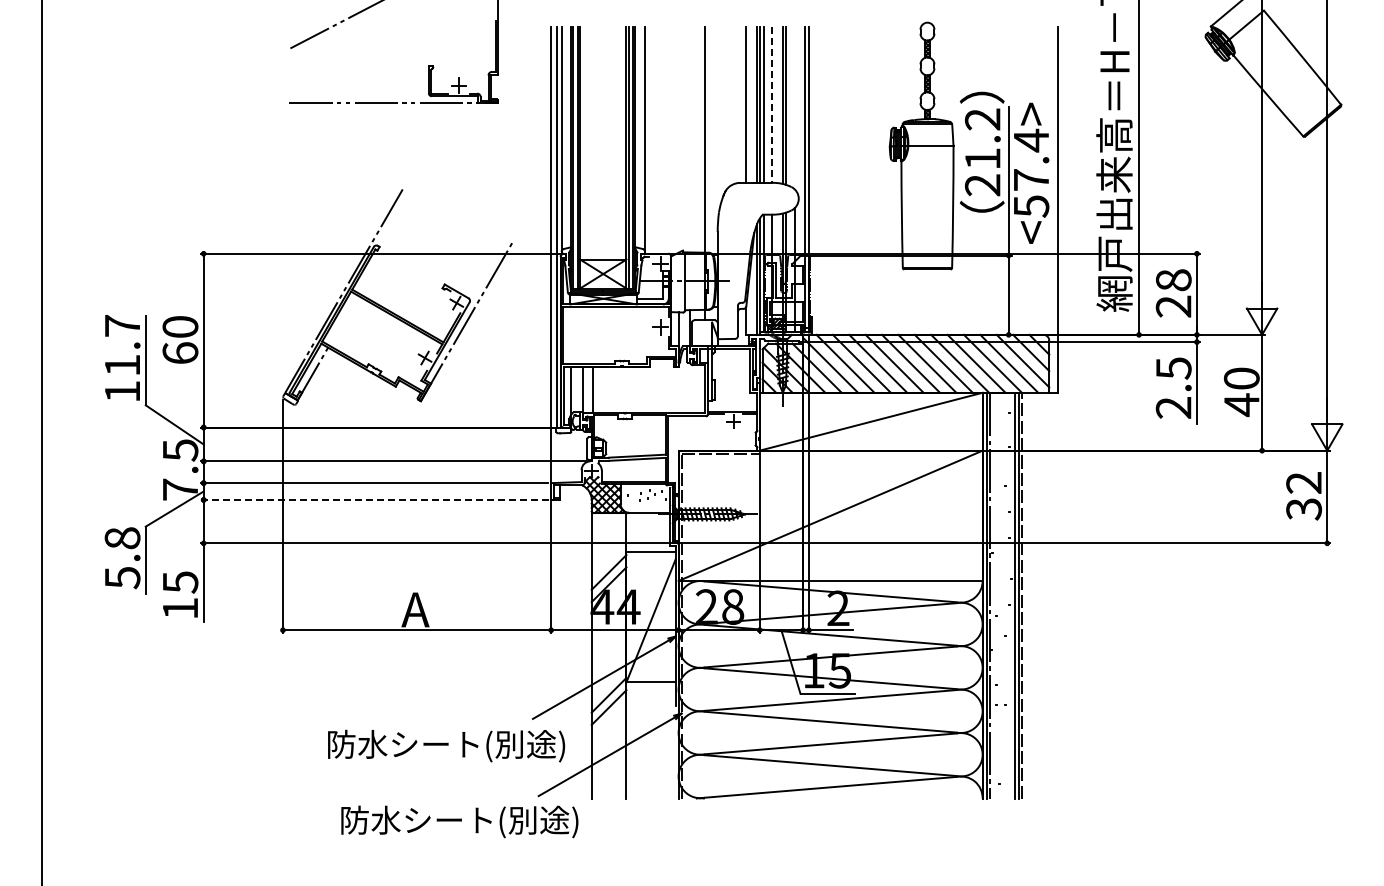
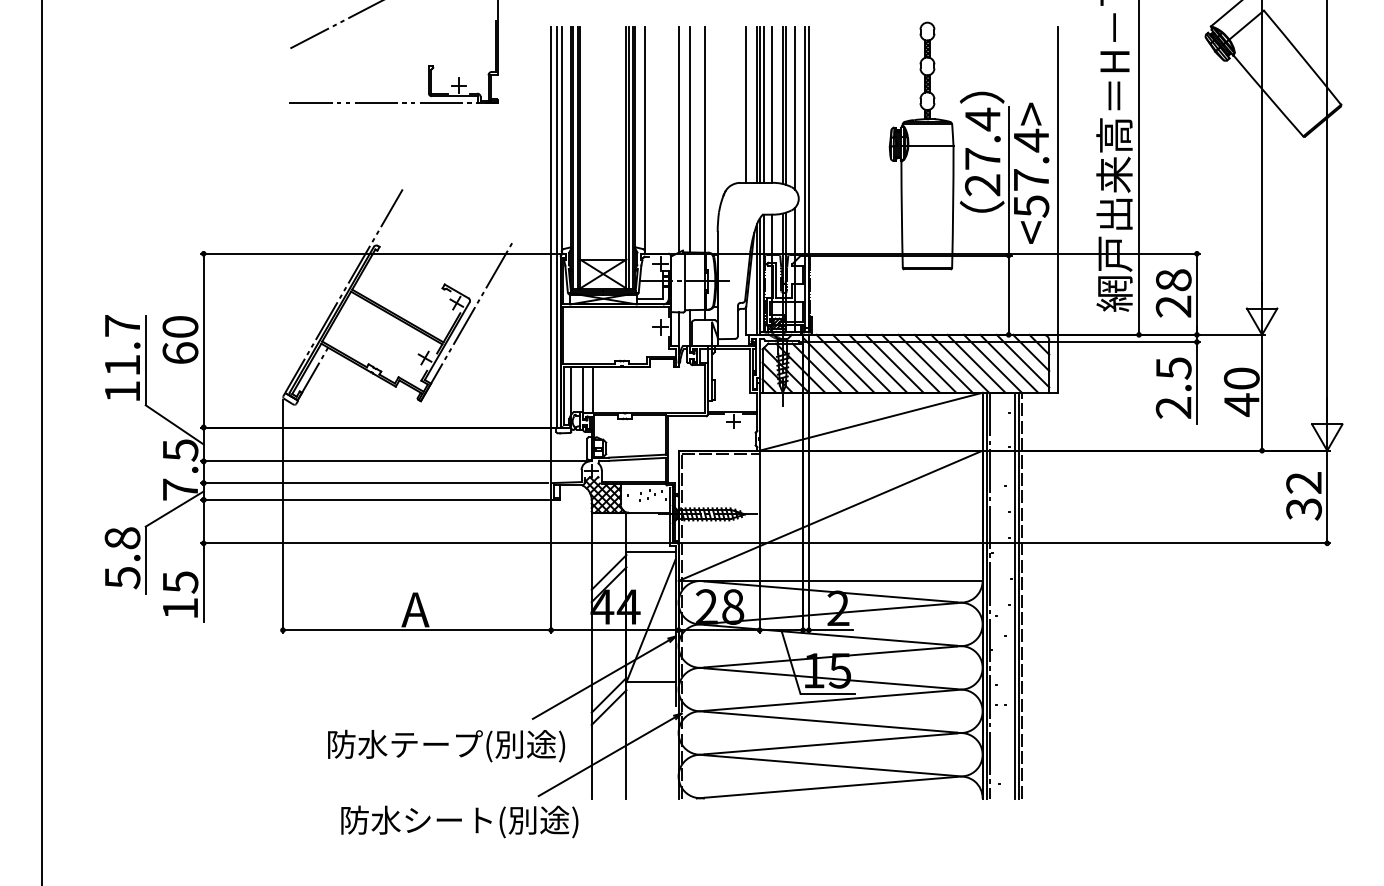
line at (771, 104): dashed -> solid
line at (795, 107): none -> present
text at (982, 138): 21.2 -> 27.4
line at (678, 139): none -> present
line at (690, 139): none -> present
line at (374, 499): dashed -> solid
text at (436, 743): 防水シート(別途) -> 防水テープ(別途)
